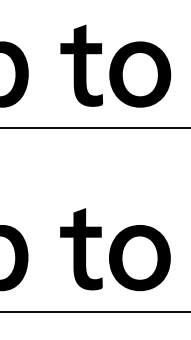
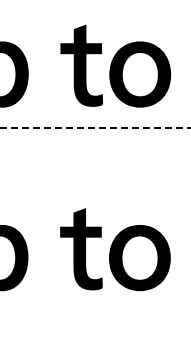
line at (95, 128): solid -> dashed
line at (94, 311): present -> none
